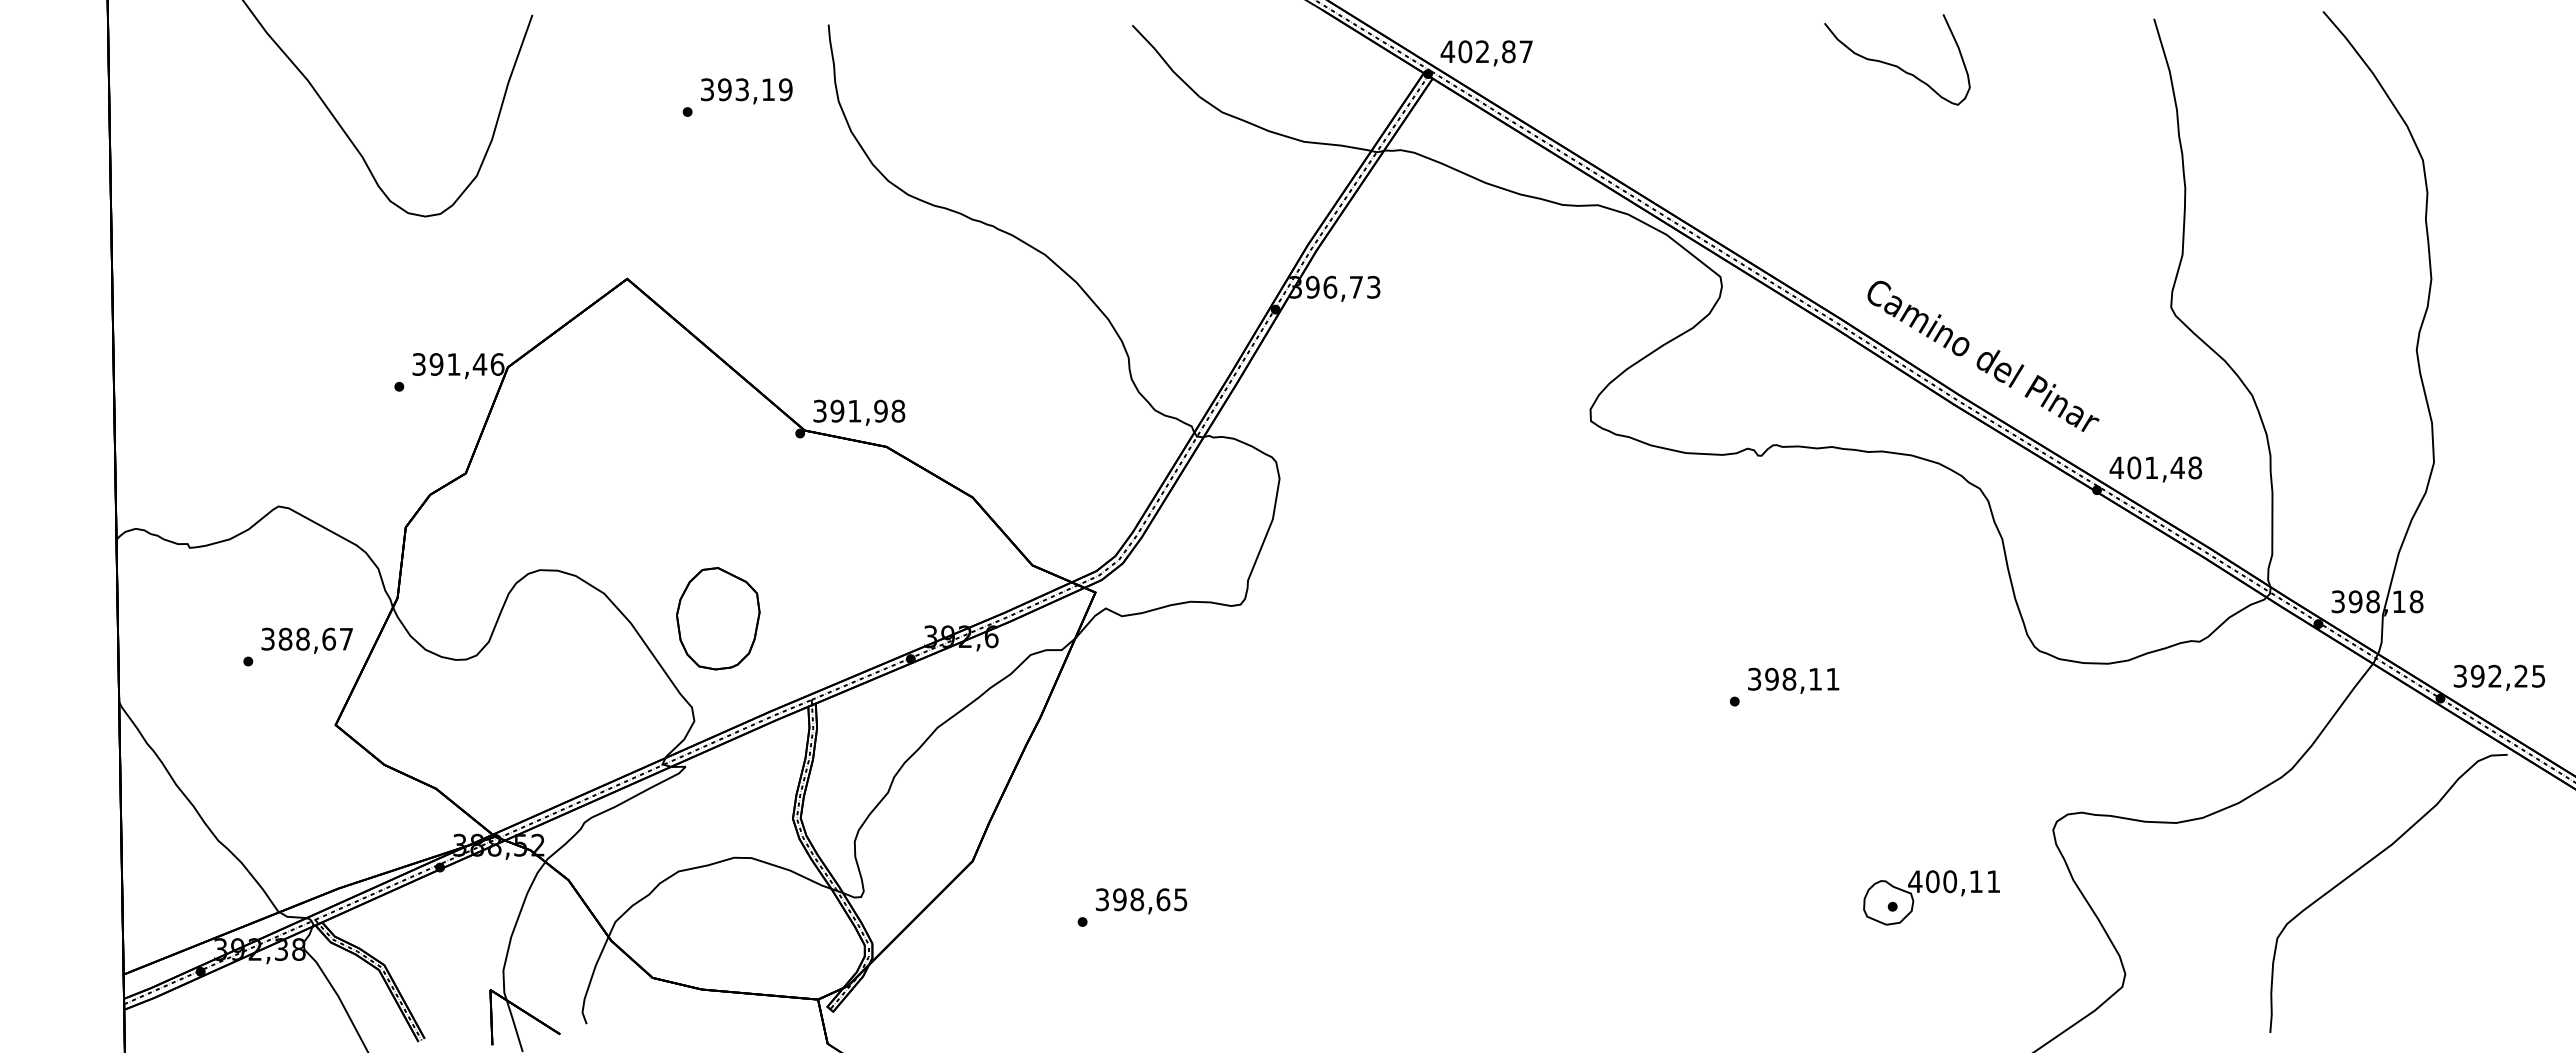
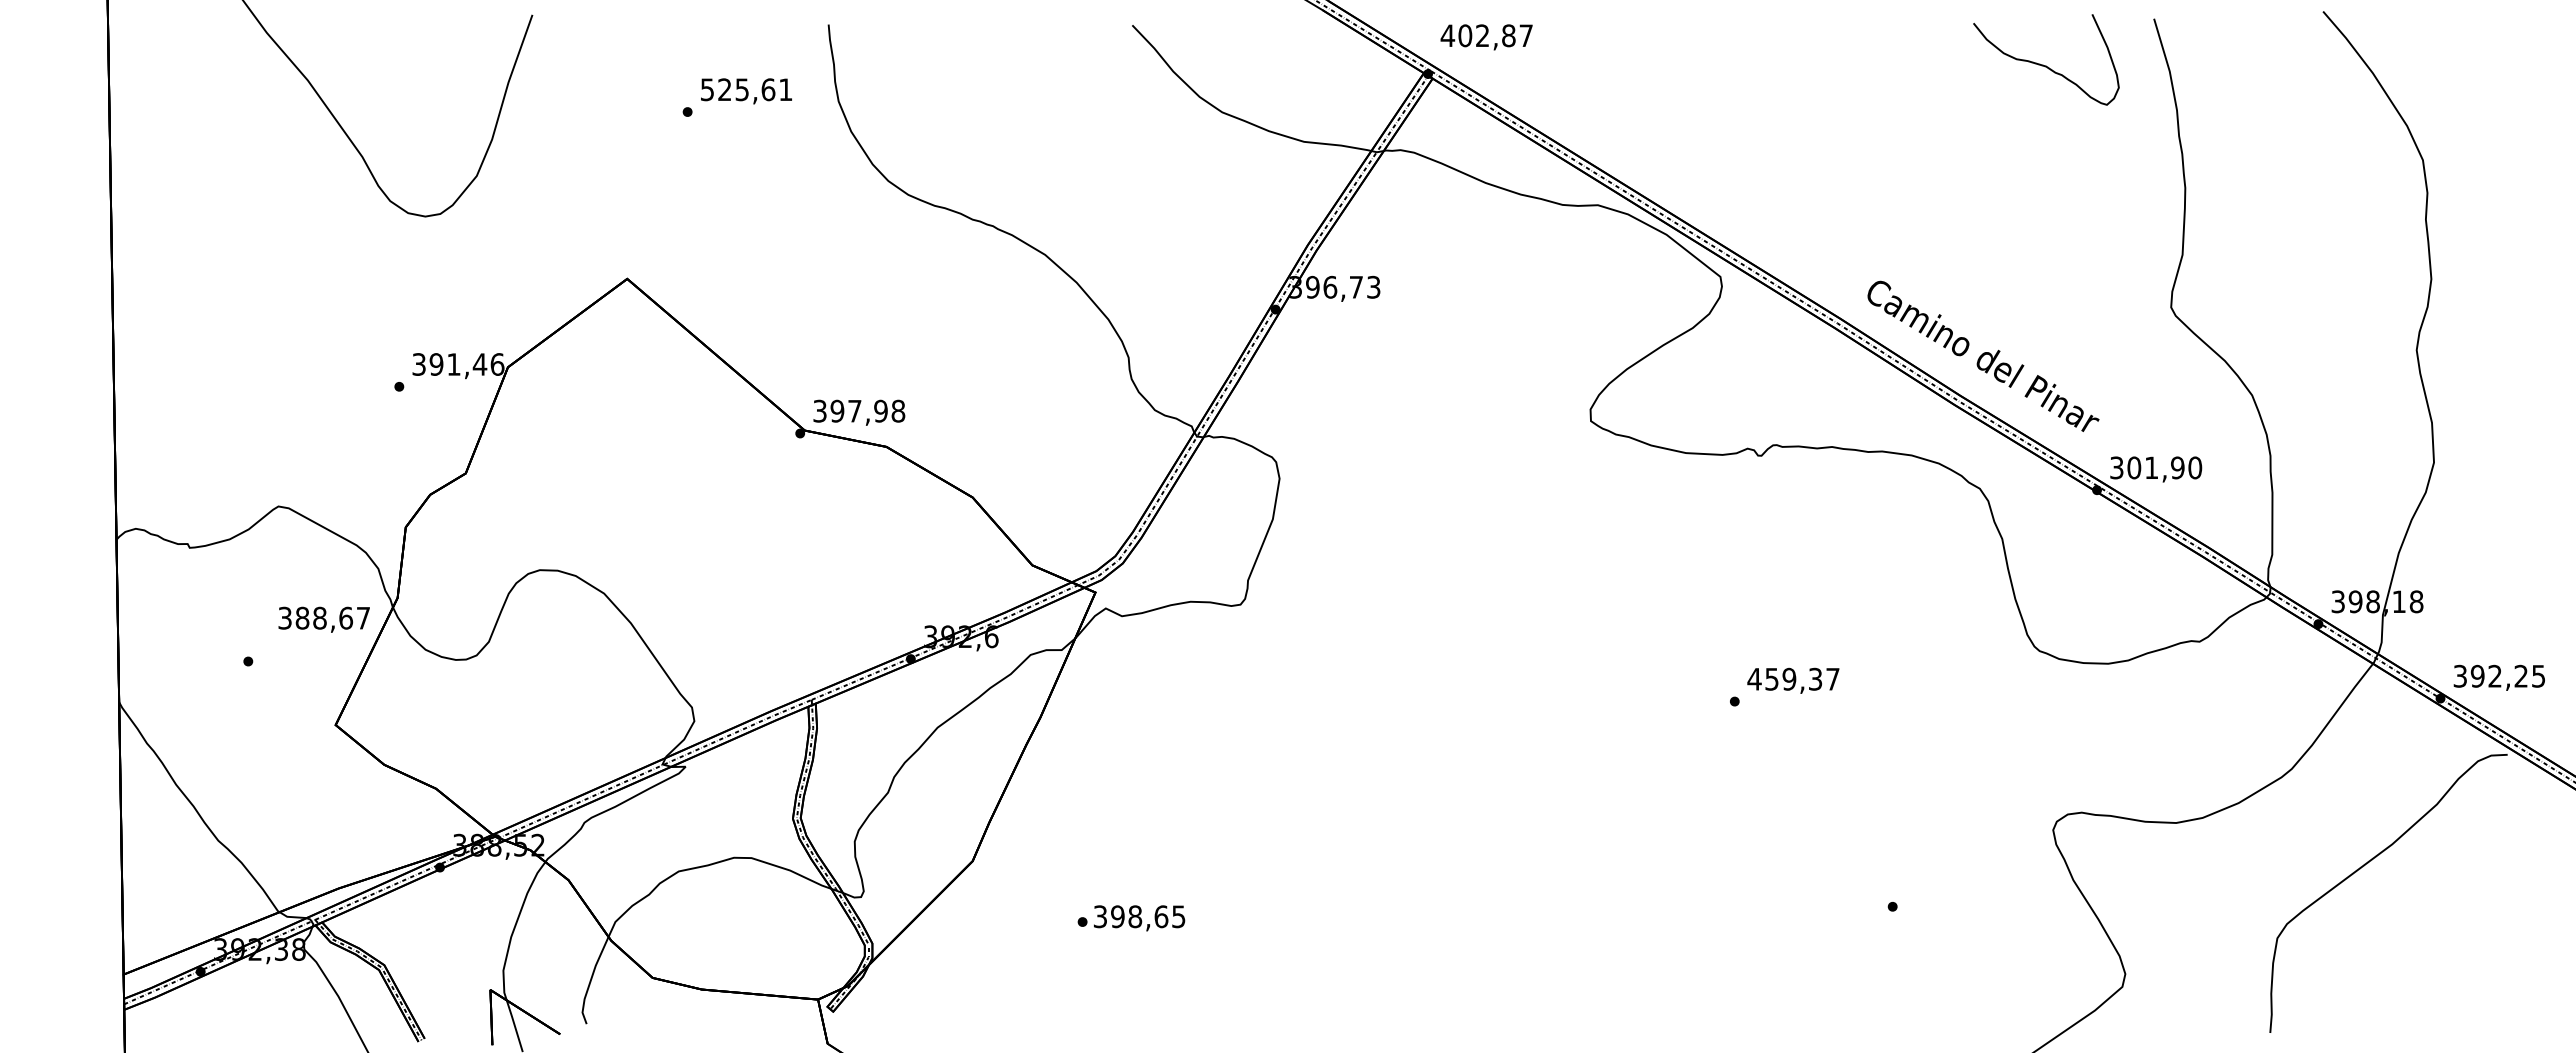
text at (1486, 53) position: (1486, 53) -> (1486, 37)
curve at (1894, 64) position: (1894, 64) -> (2043, 64)
text at (746, 89): 393,19 -> 525,61
text at (854, 411): 391,98 -> 397,98
text at (2155, 467): 401,48 -> 301,90
part at (718, 618): present -> none
text at (306, 640) position: (306, 640) -> (323, 619)
text at (1793, 678): 398,11 -> 459,37
part at (1931, 897): present -> none
text at (1141, 901) position: (1141, 901) -> (1139, 918)
